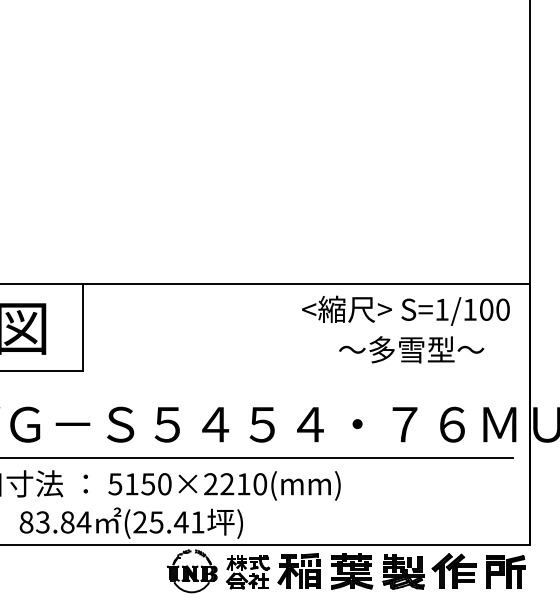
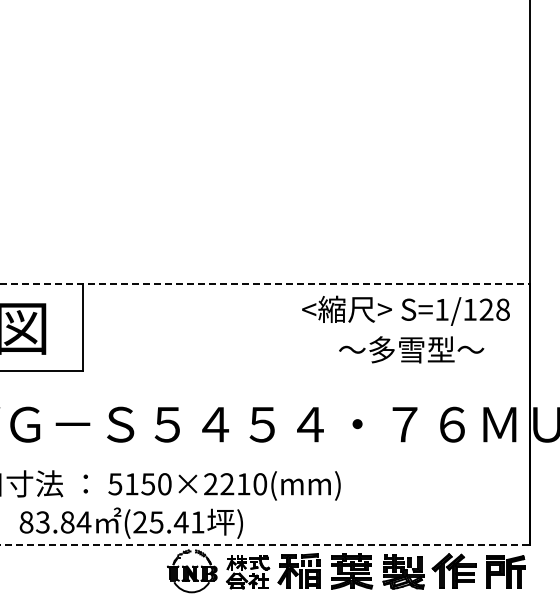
line at (265, 284): solid -> dashed
text at (494, 309): S=1/100 -> S=1/128
line at (257, 457): present -> none
line at (265, 544): solid -> dashed
